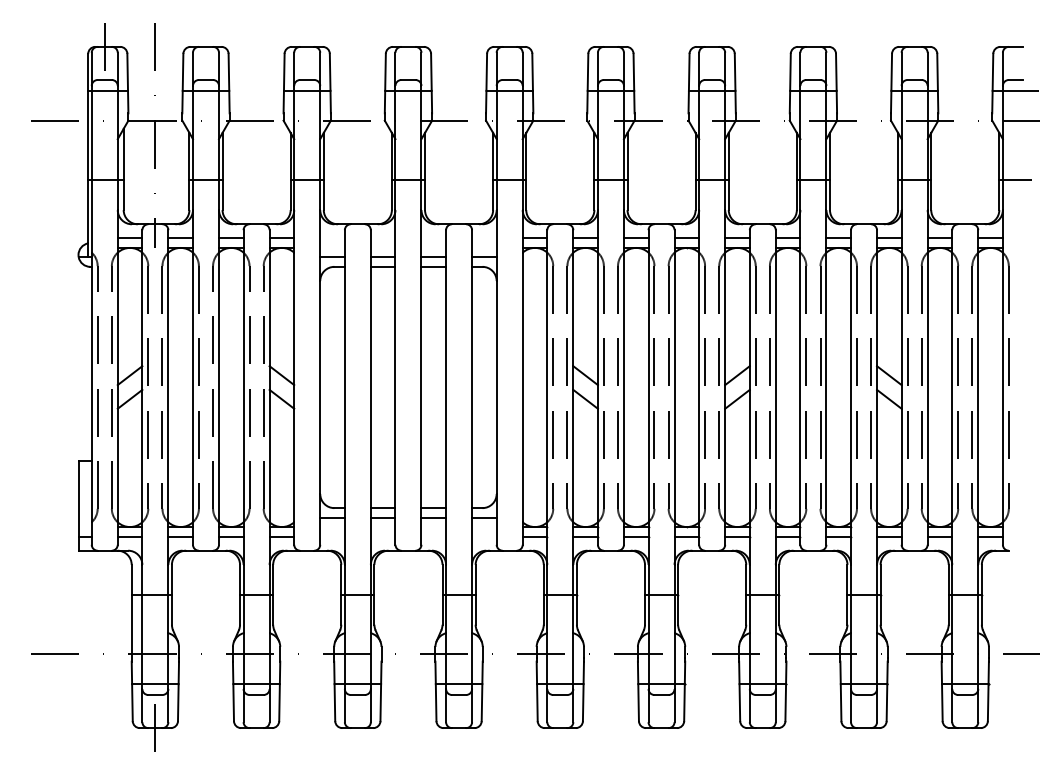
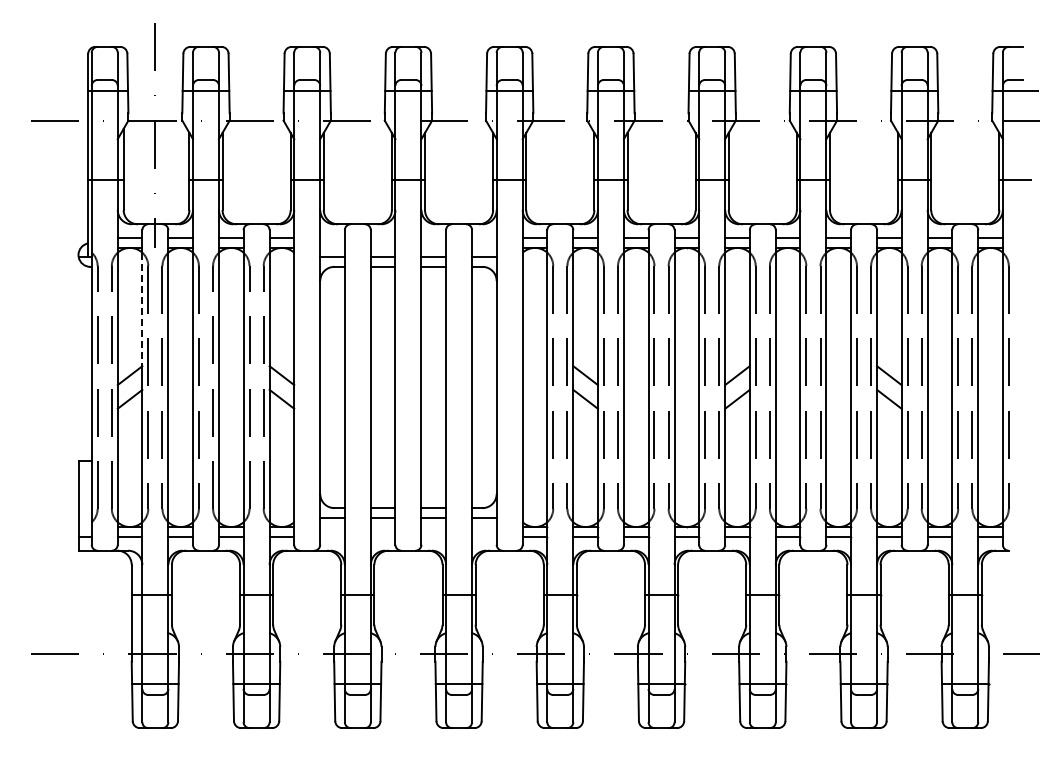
line at (104, 46): present -> none
line at (142, 309): solid -> dashed
line at (155, 727): present -> none
